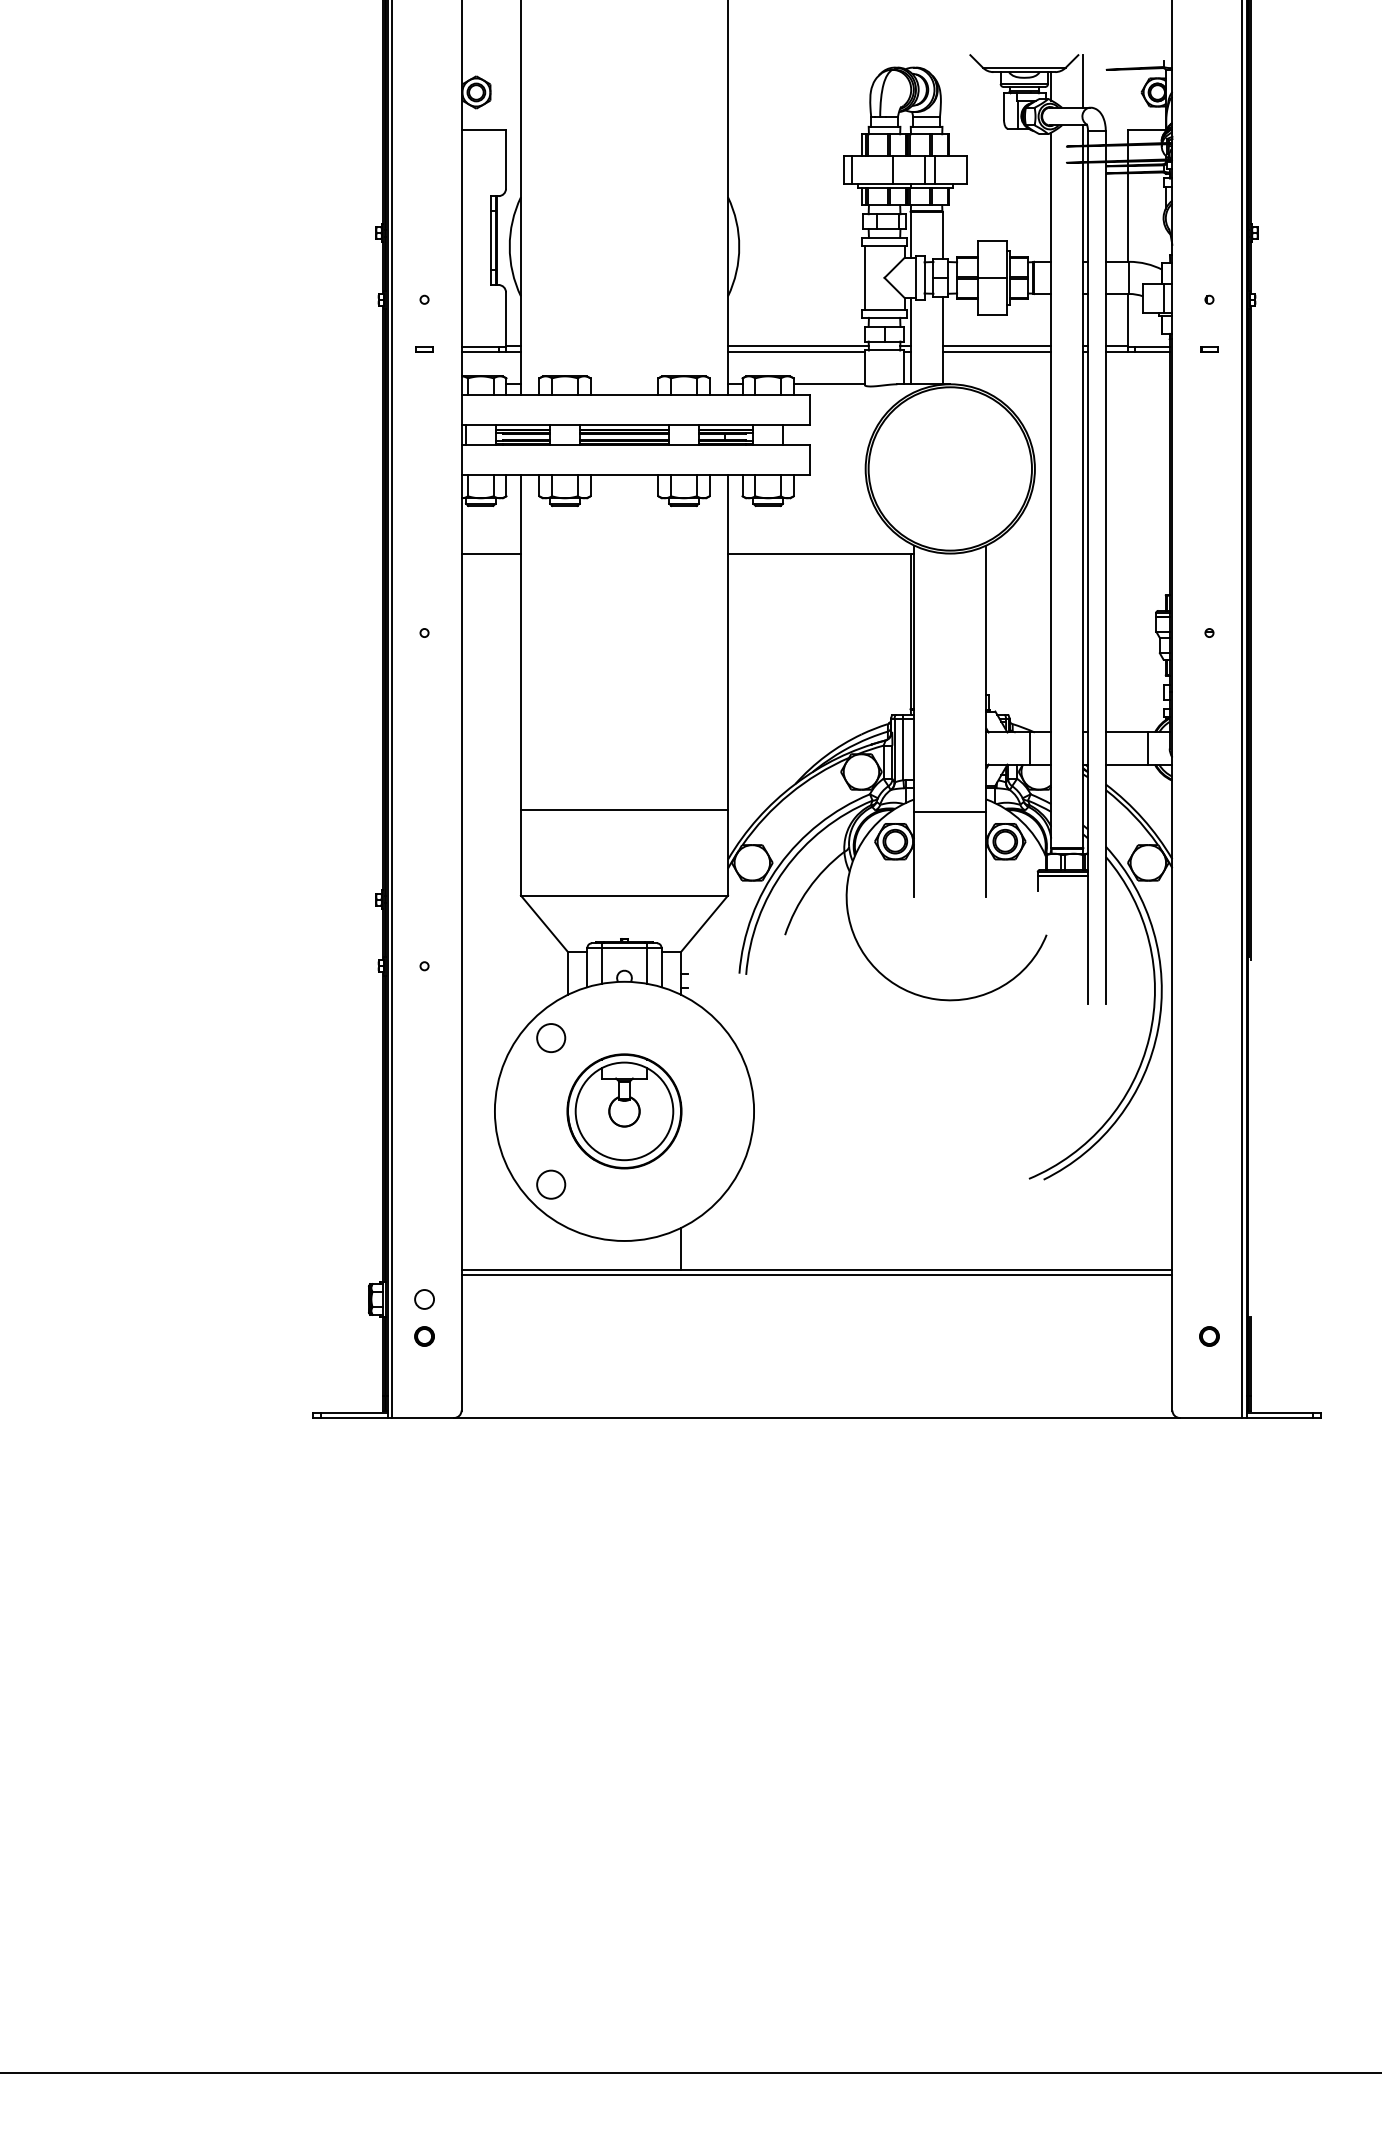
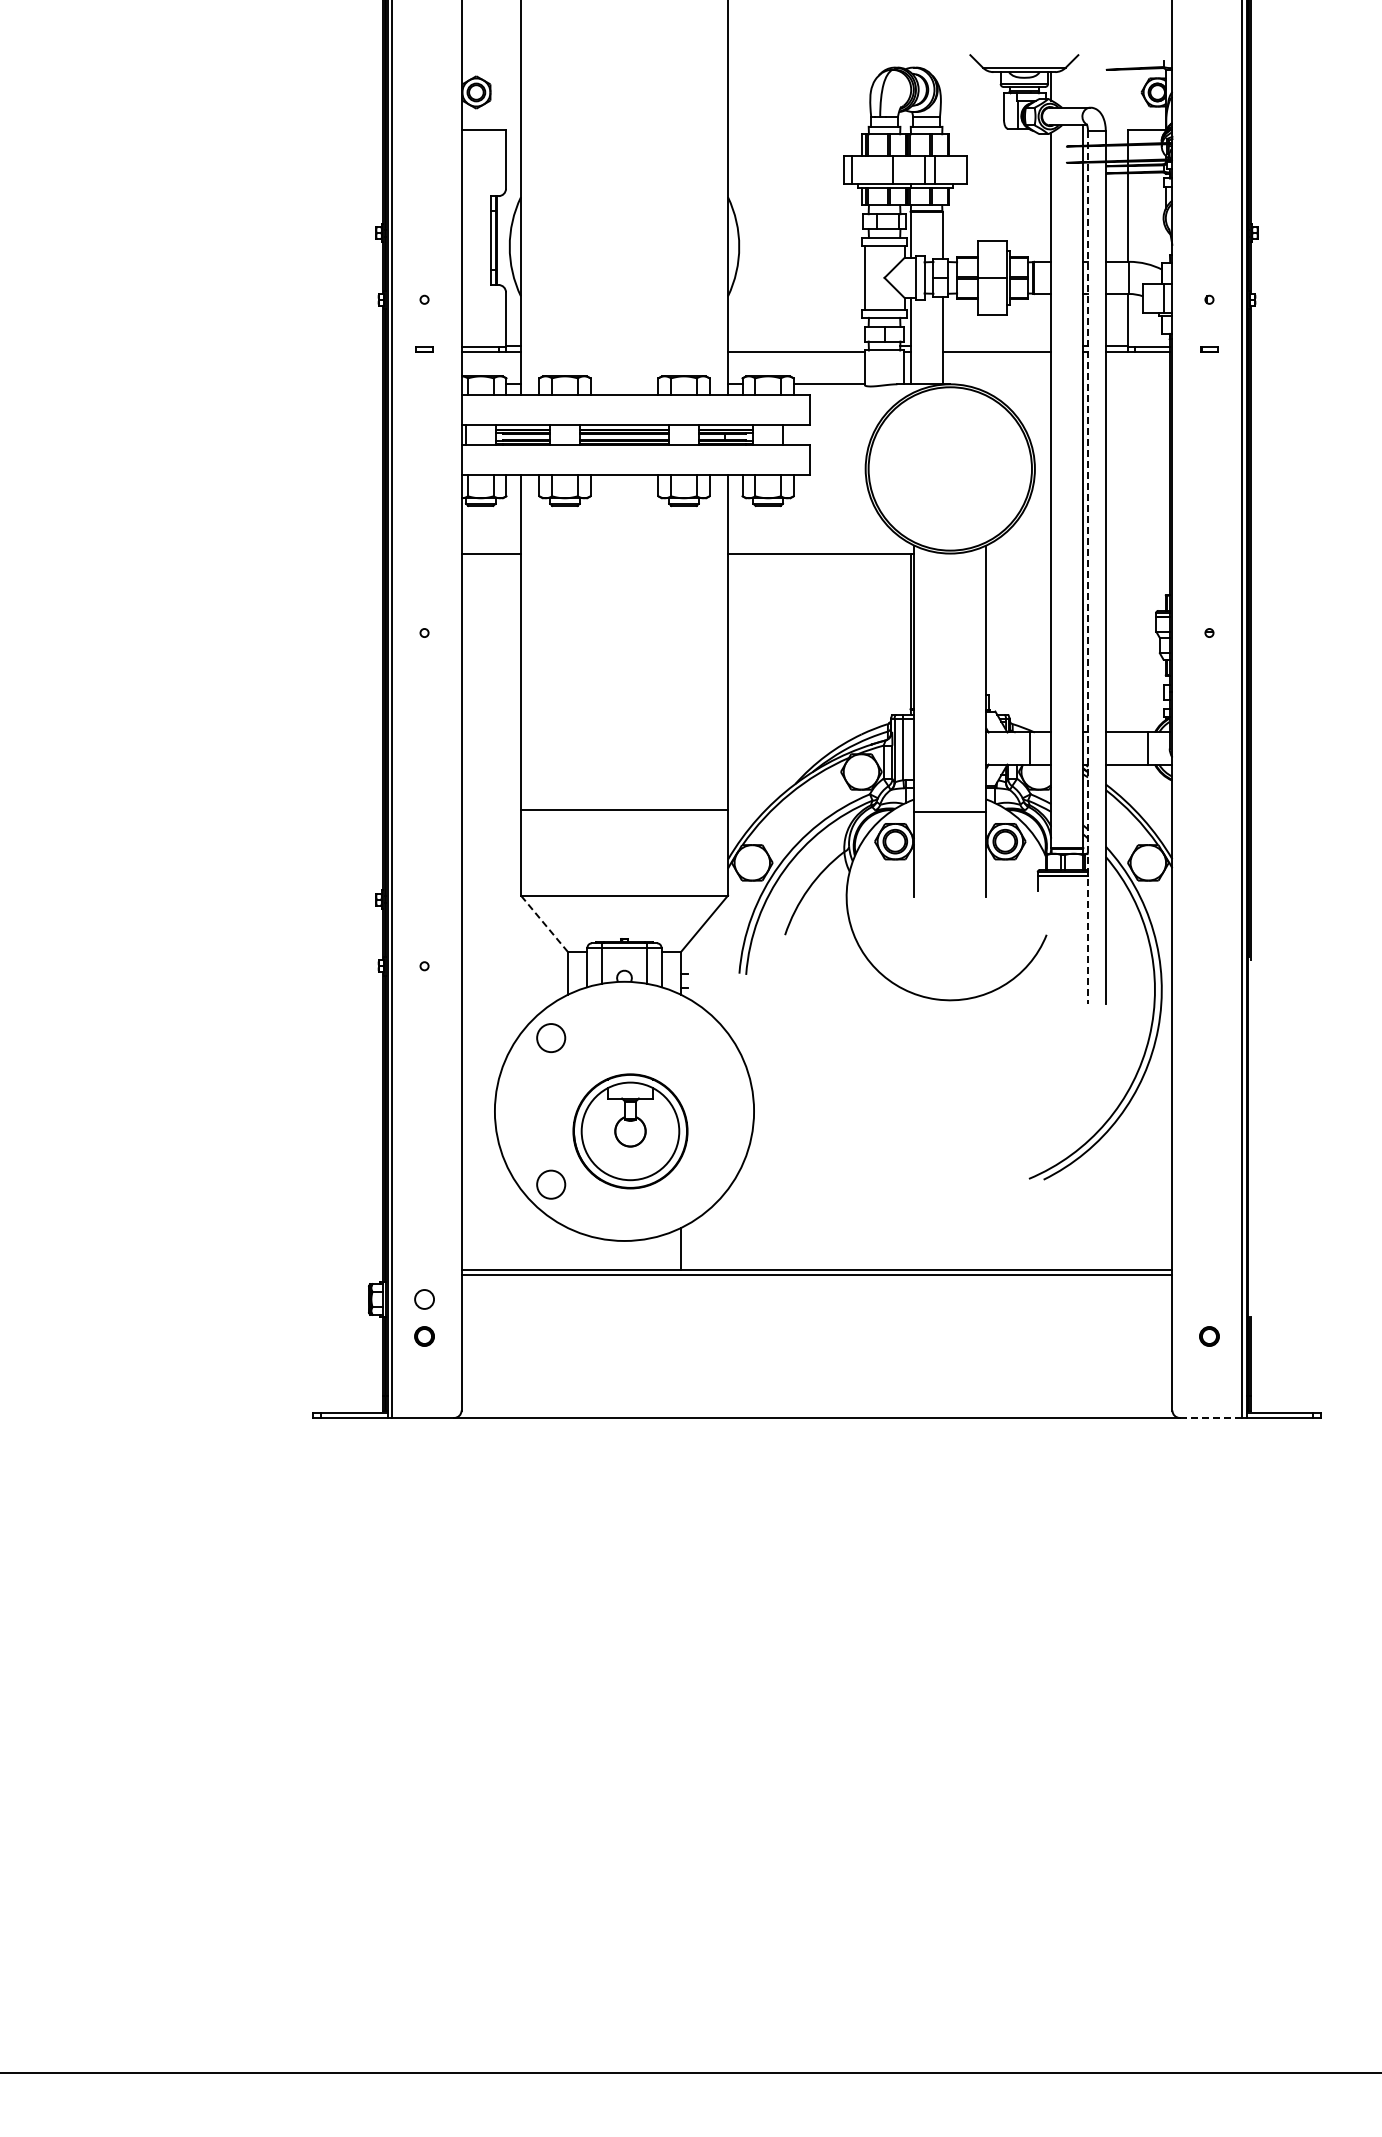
line at (1083, 81): present -> none
line at (798, 346): present -> none
line at (996, 346): present -> none
line at (1088, 568): solid -> dashed
line at (544, 923): solid -> dashed
part at (624, 1111) position: (624, 1111) -> (630, 1131)
line at (1210, 1417): solid -> dashed
